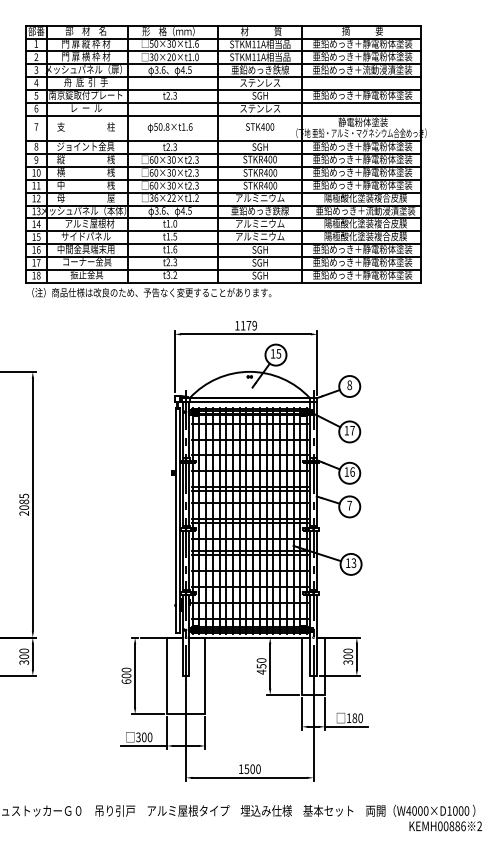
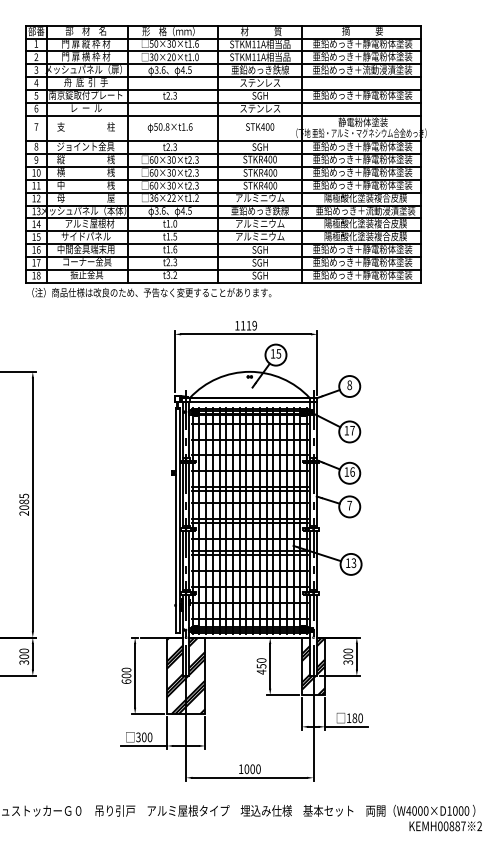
text at (248, 325): 1179 -> 1119
hatch at (313, 666): none -> present
hatch at (186, 675): none -> present
text at (246, 768): 1500 -> 1000
text at (463, 826): KEMH00886 -> KEMH00887
